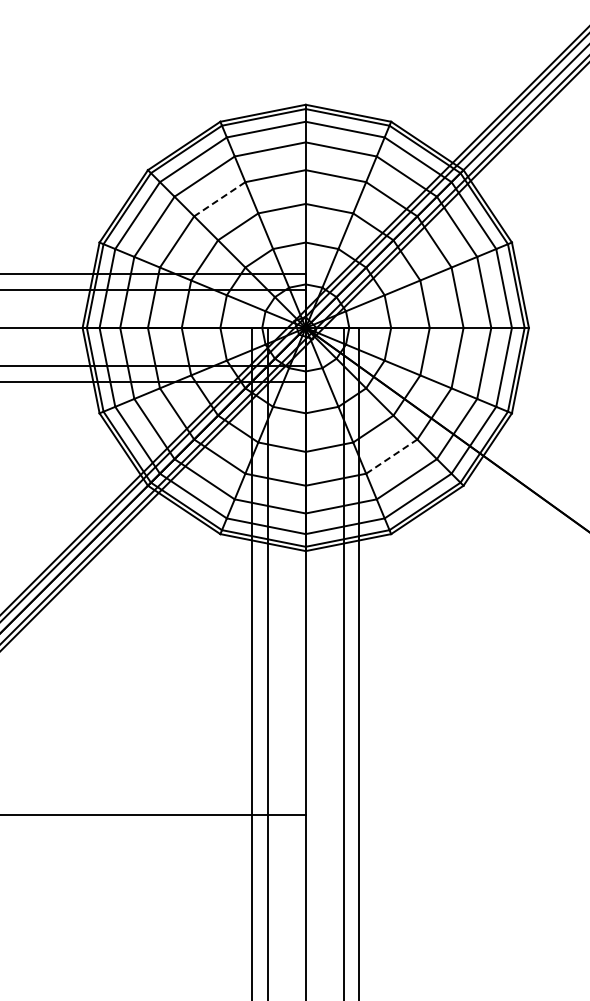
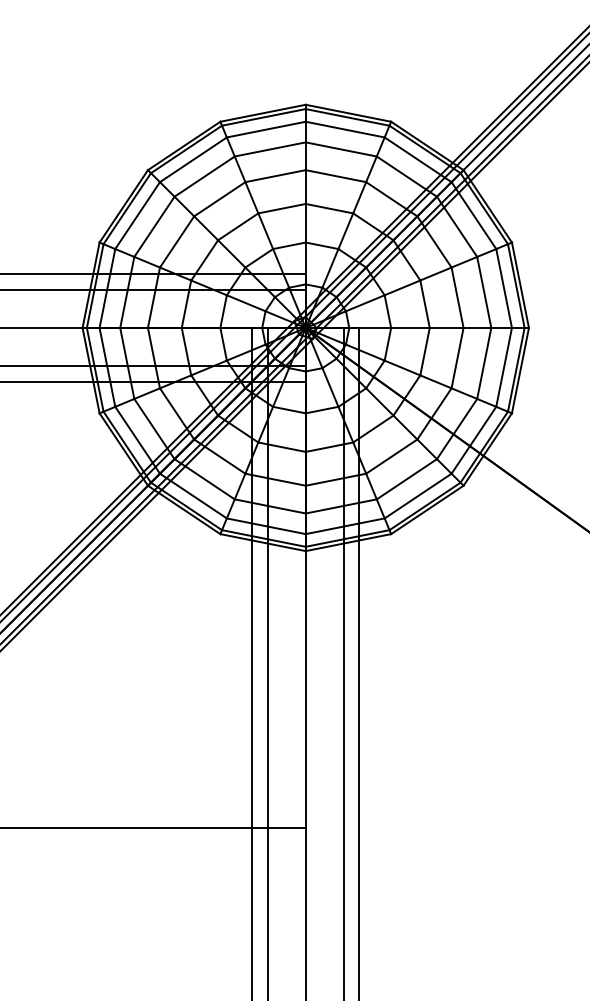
line at (219, 199): dashed -> solid
line at (391, 456): dashed -> solid
line at (153, 814) position: (153, 814) -> (153, 827)
